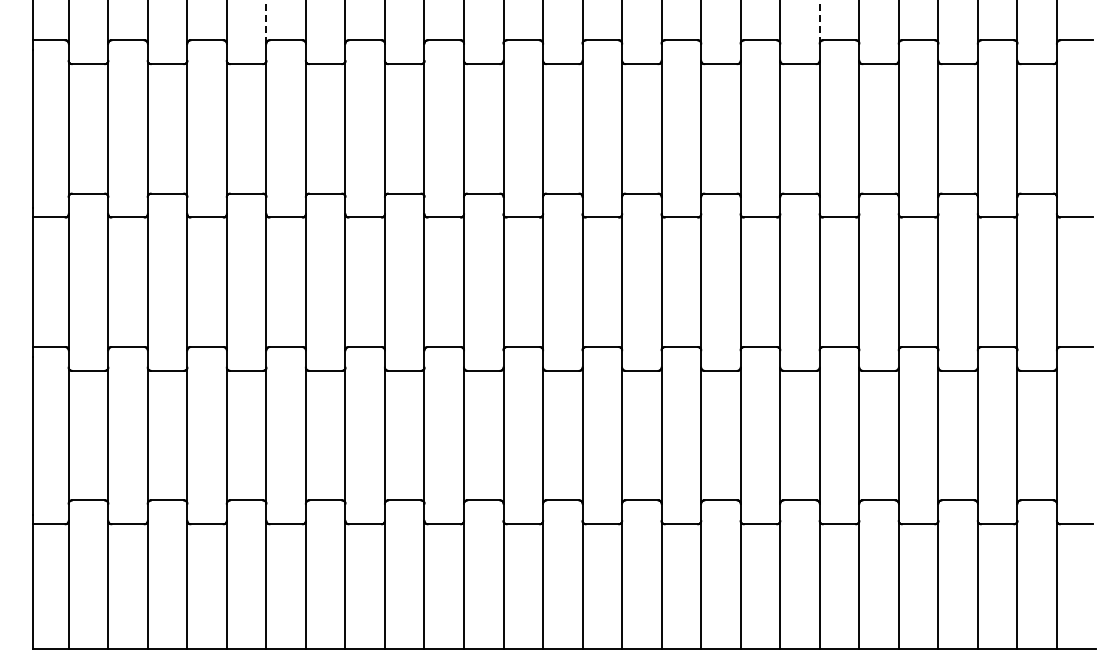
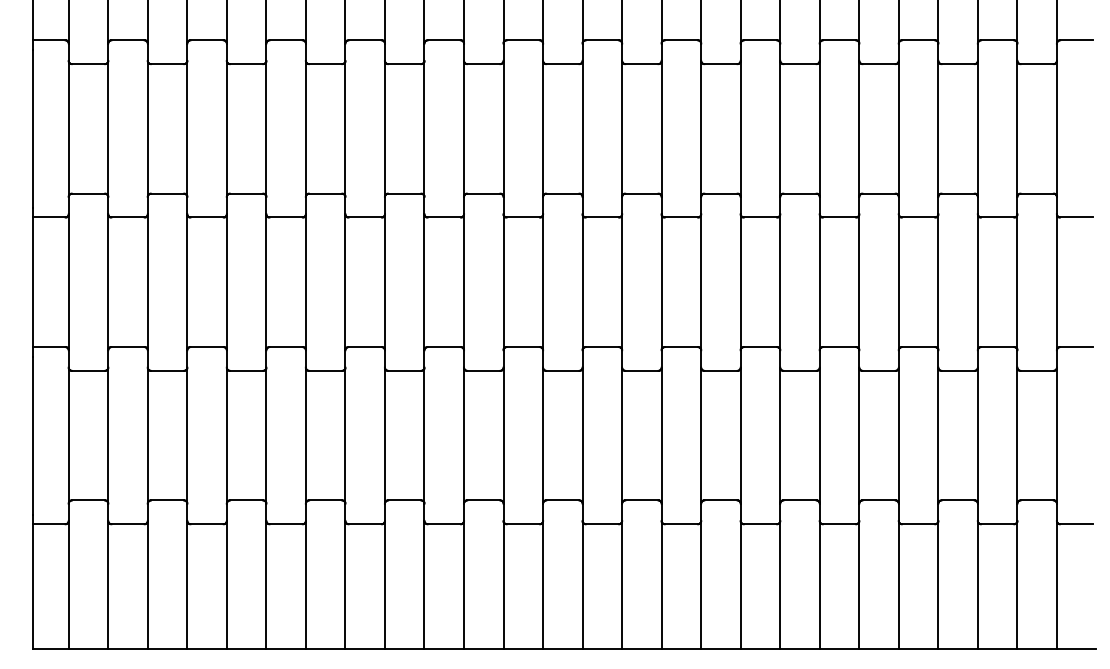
line at (266, 21): dashed -> solid
line at (819, 21): dashed -> solid
